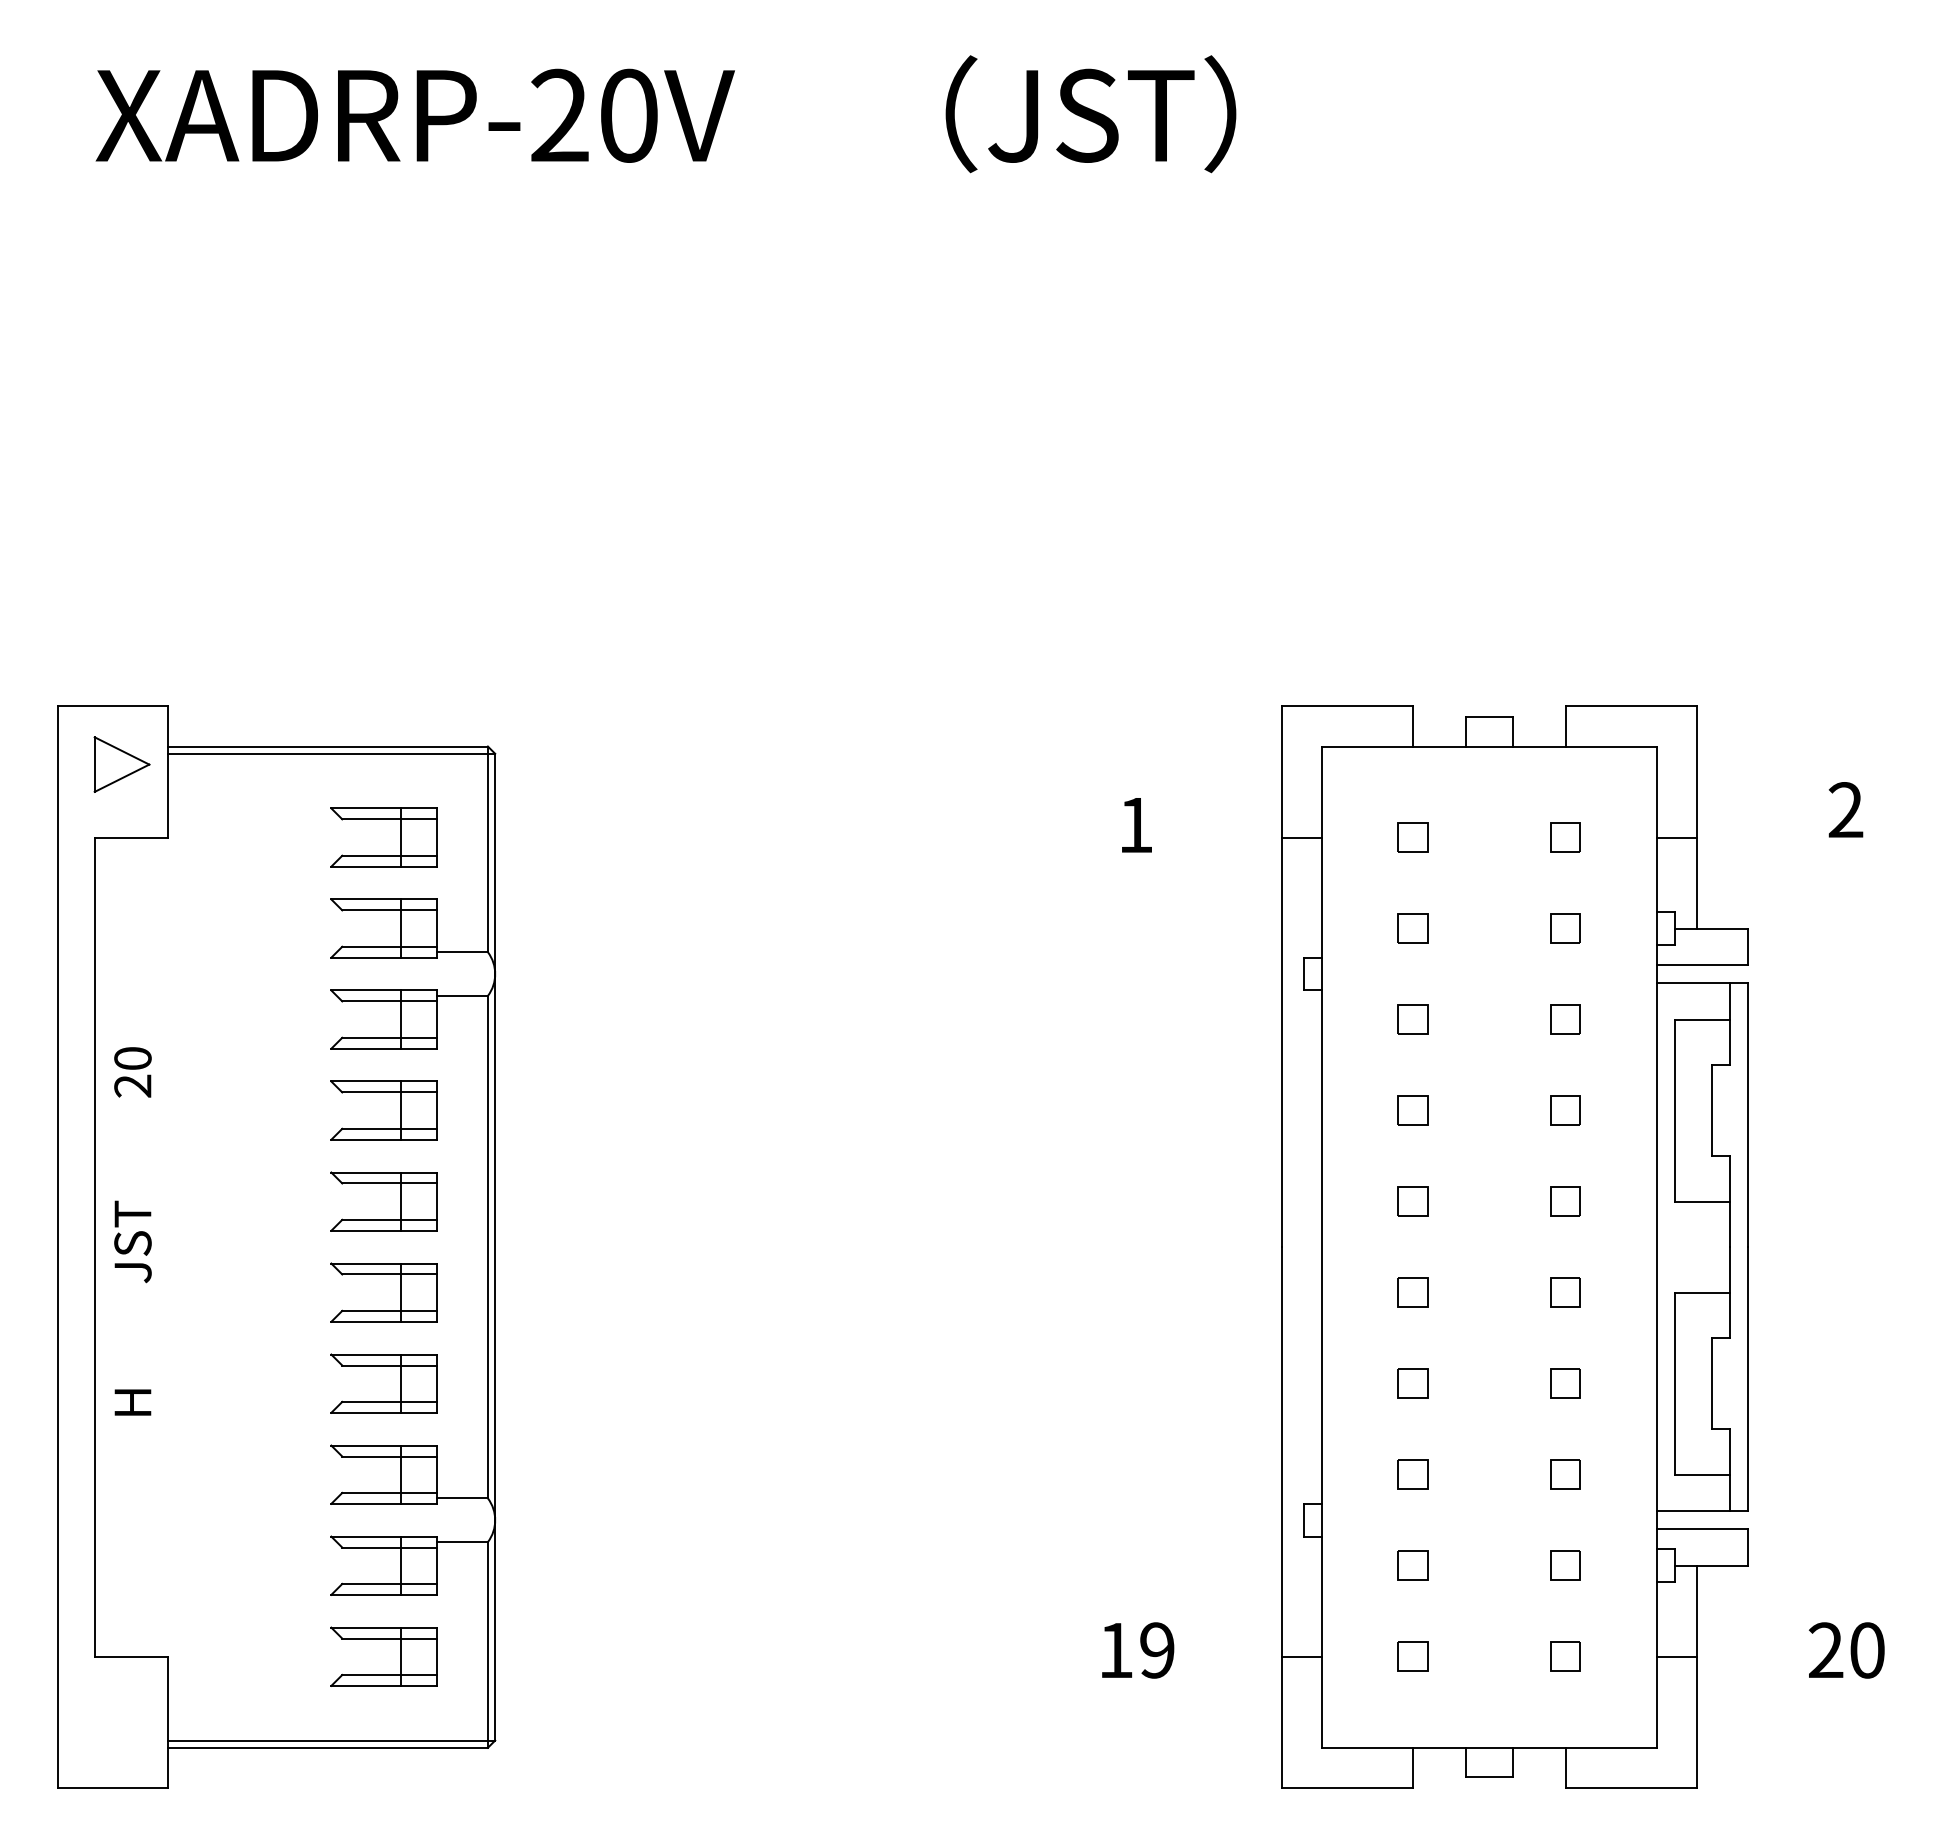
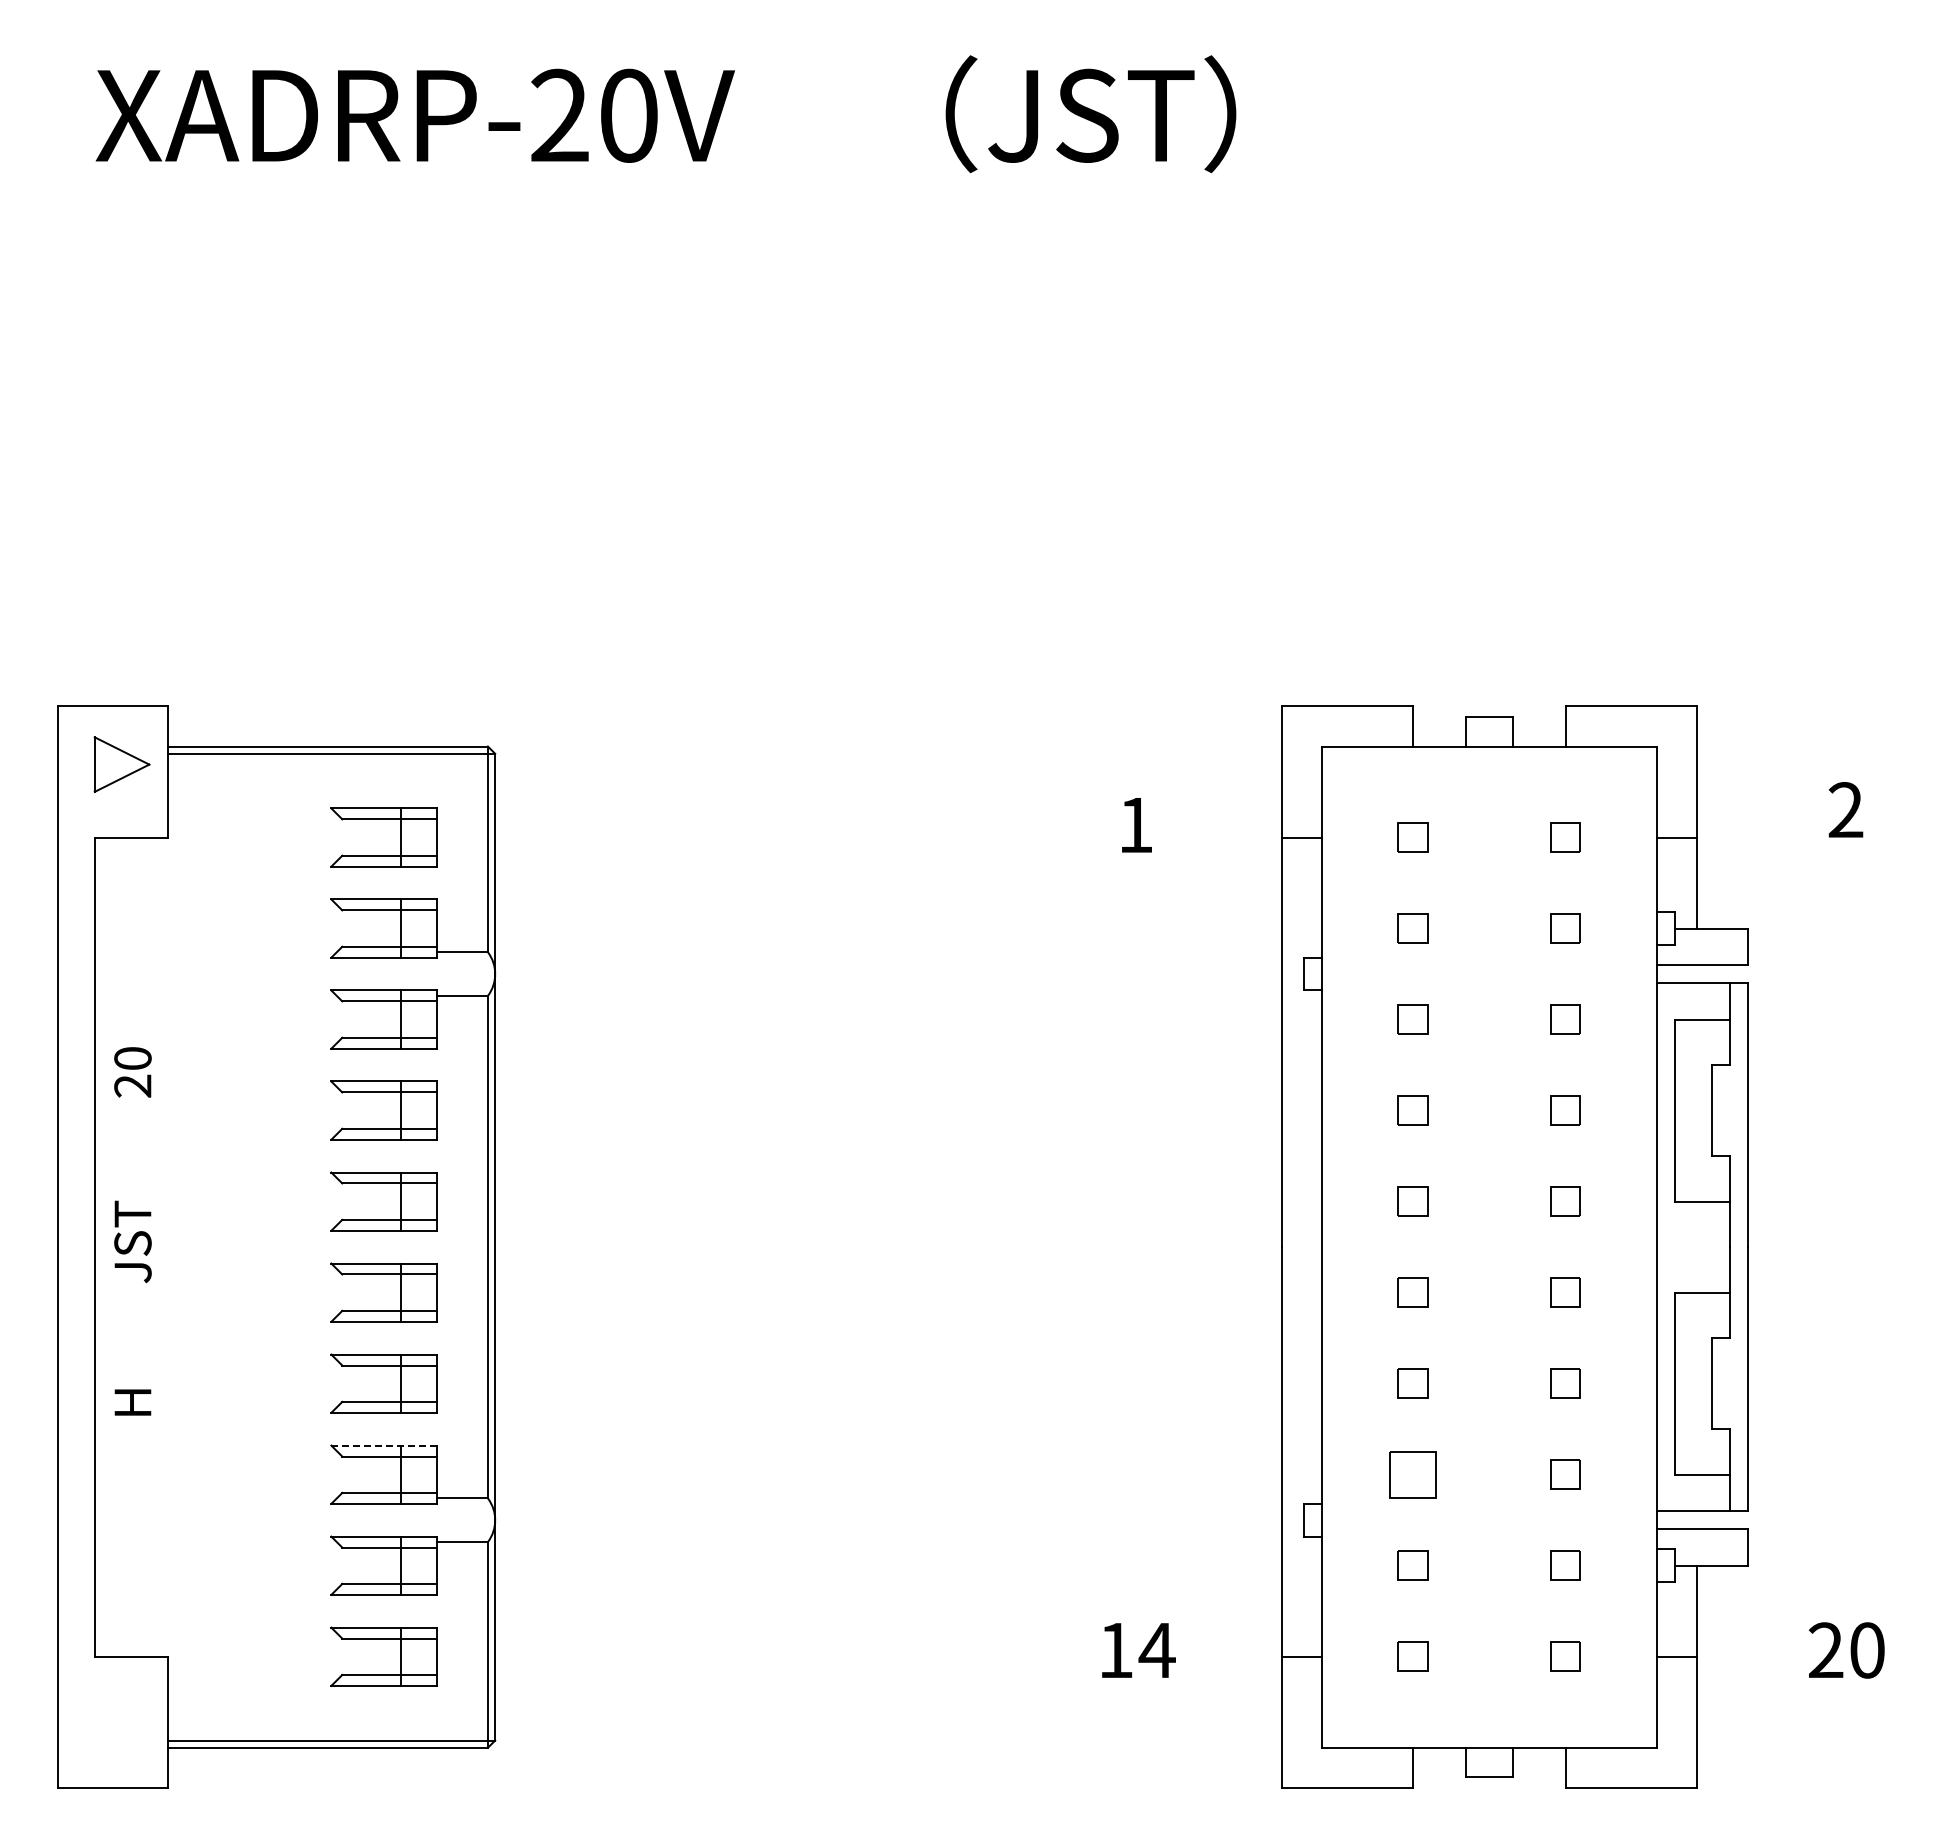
line at (384, 1445): solid -> dashed
part at (1412, 1474) size: 32x31 px -> 48x48 px
text at (1156, 1650): 19 -> 14
